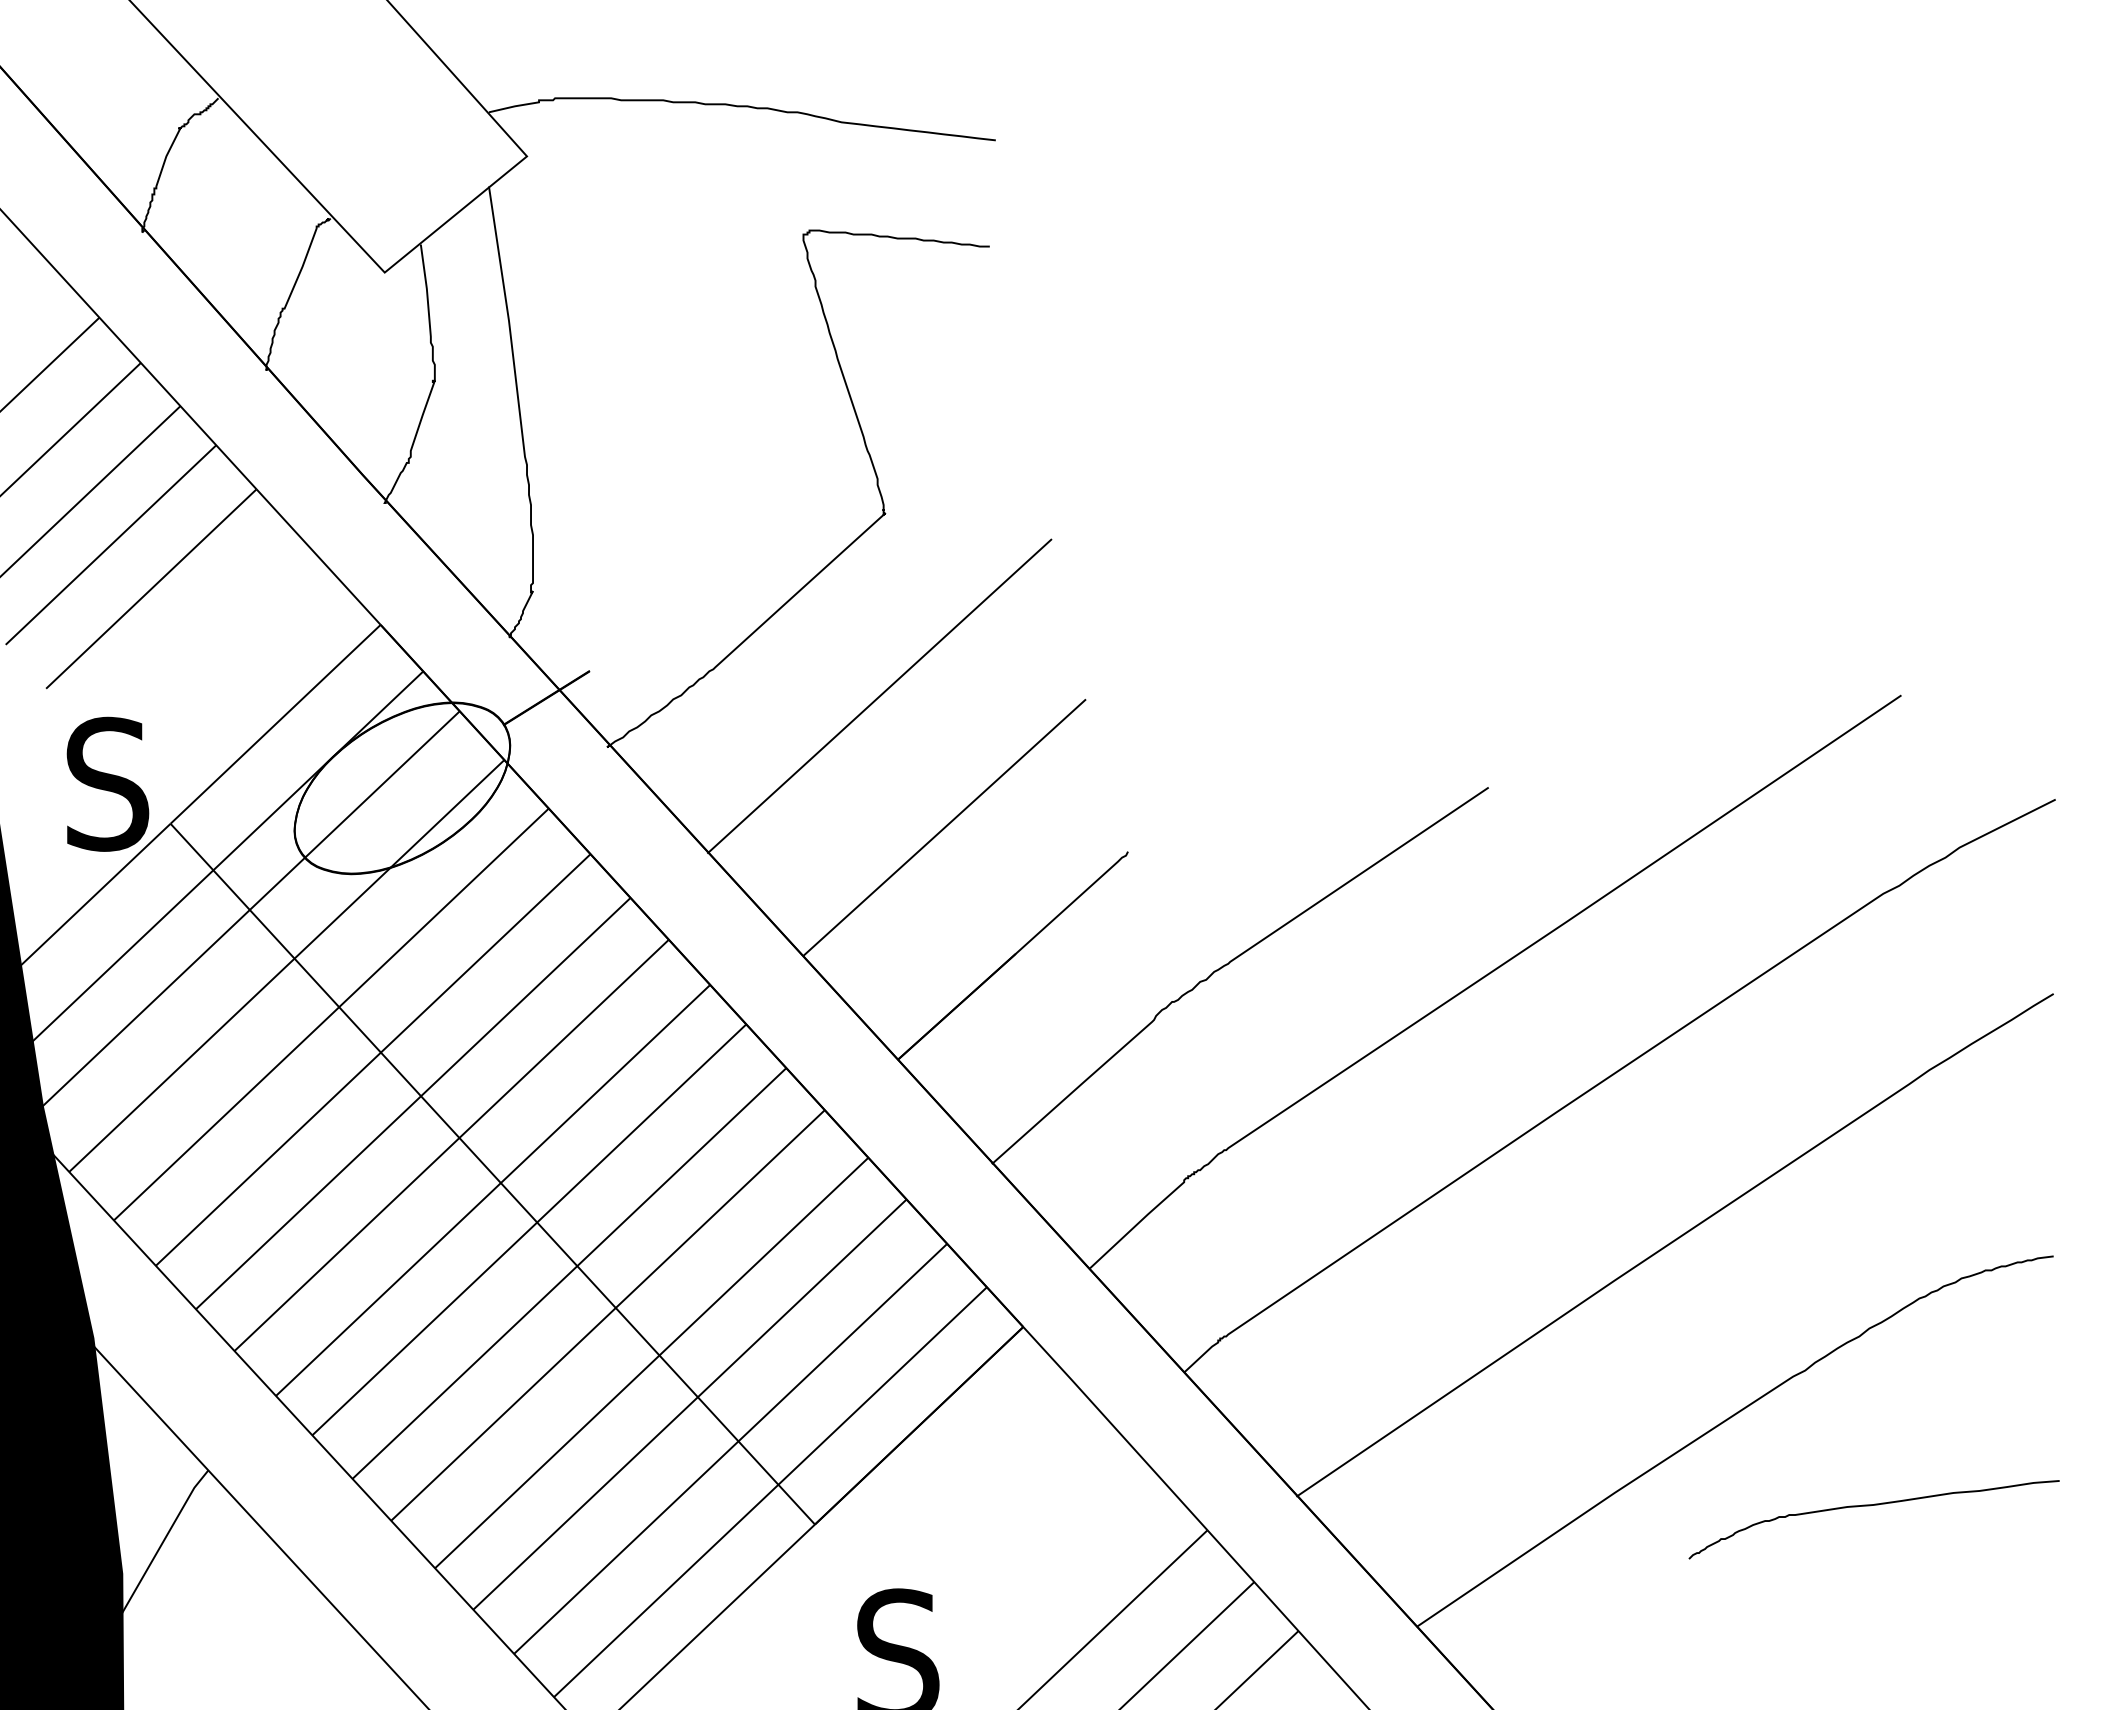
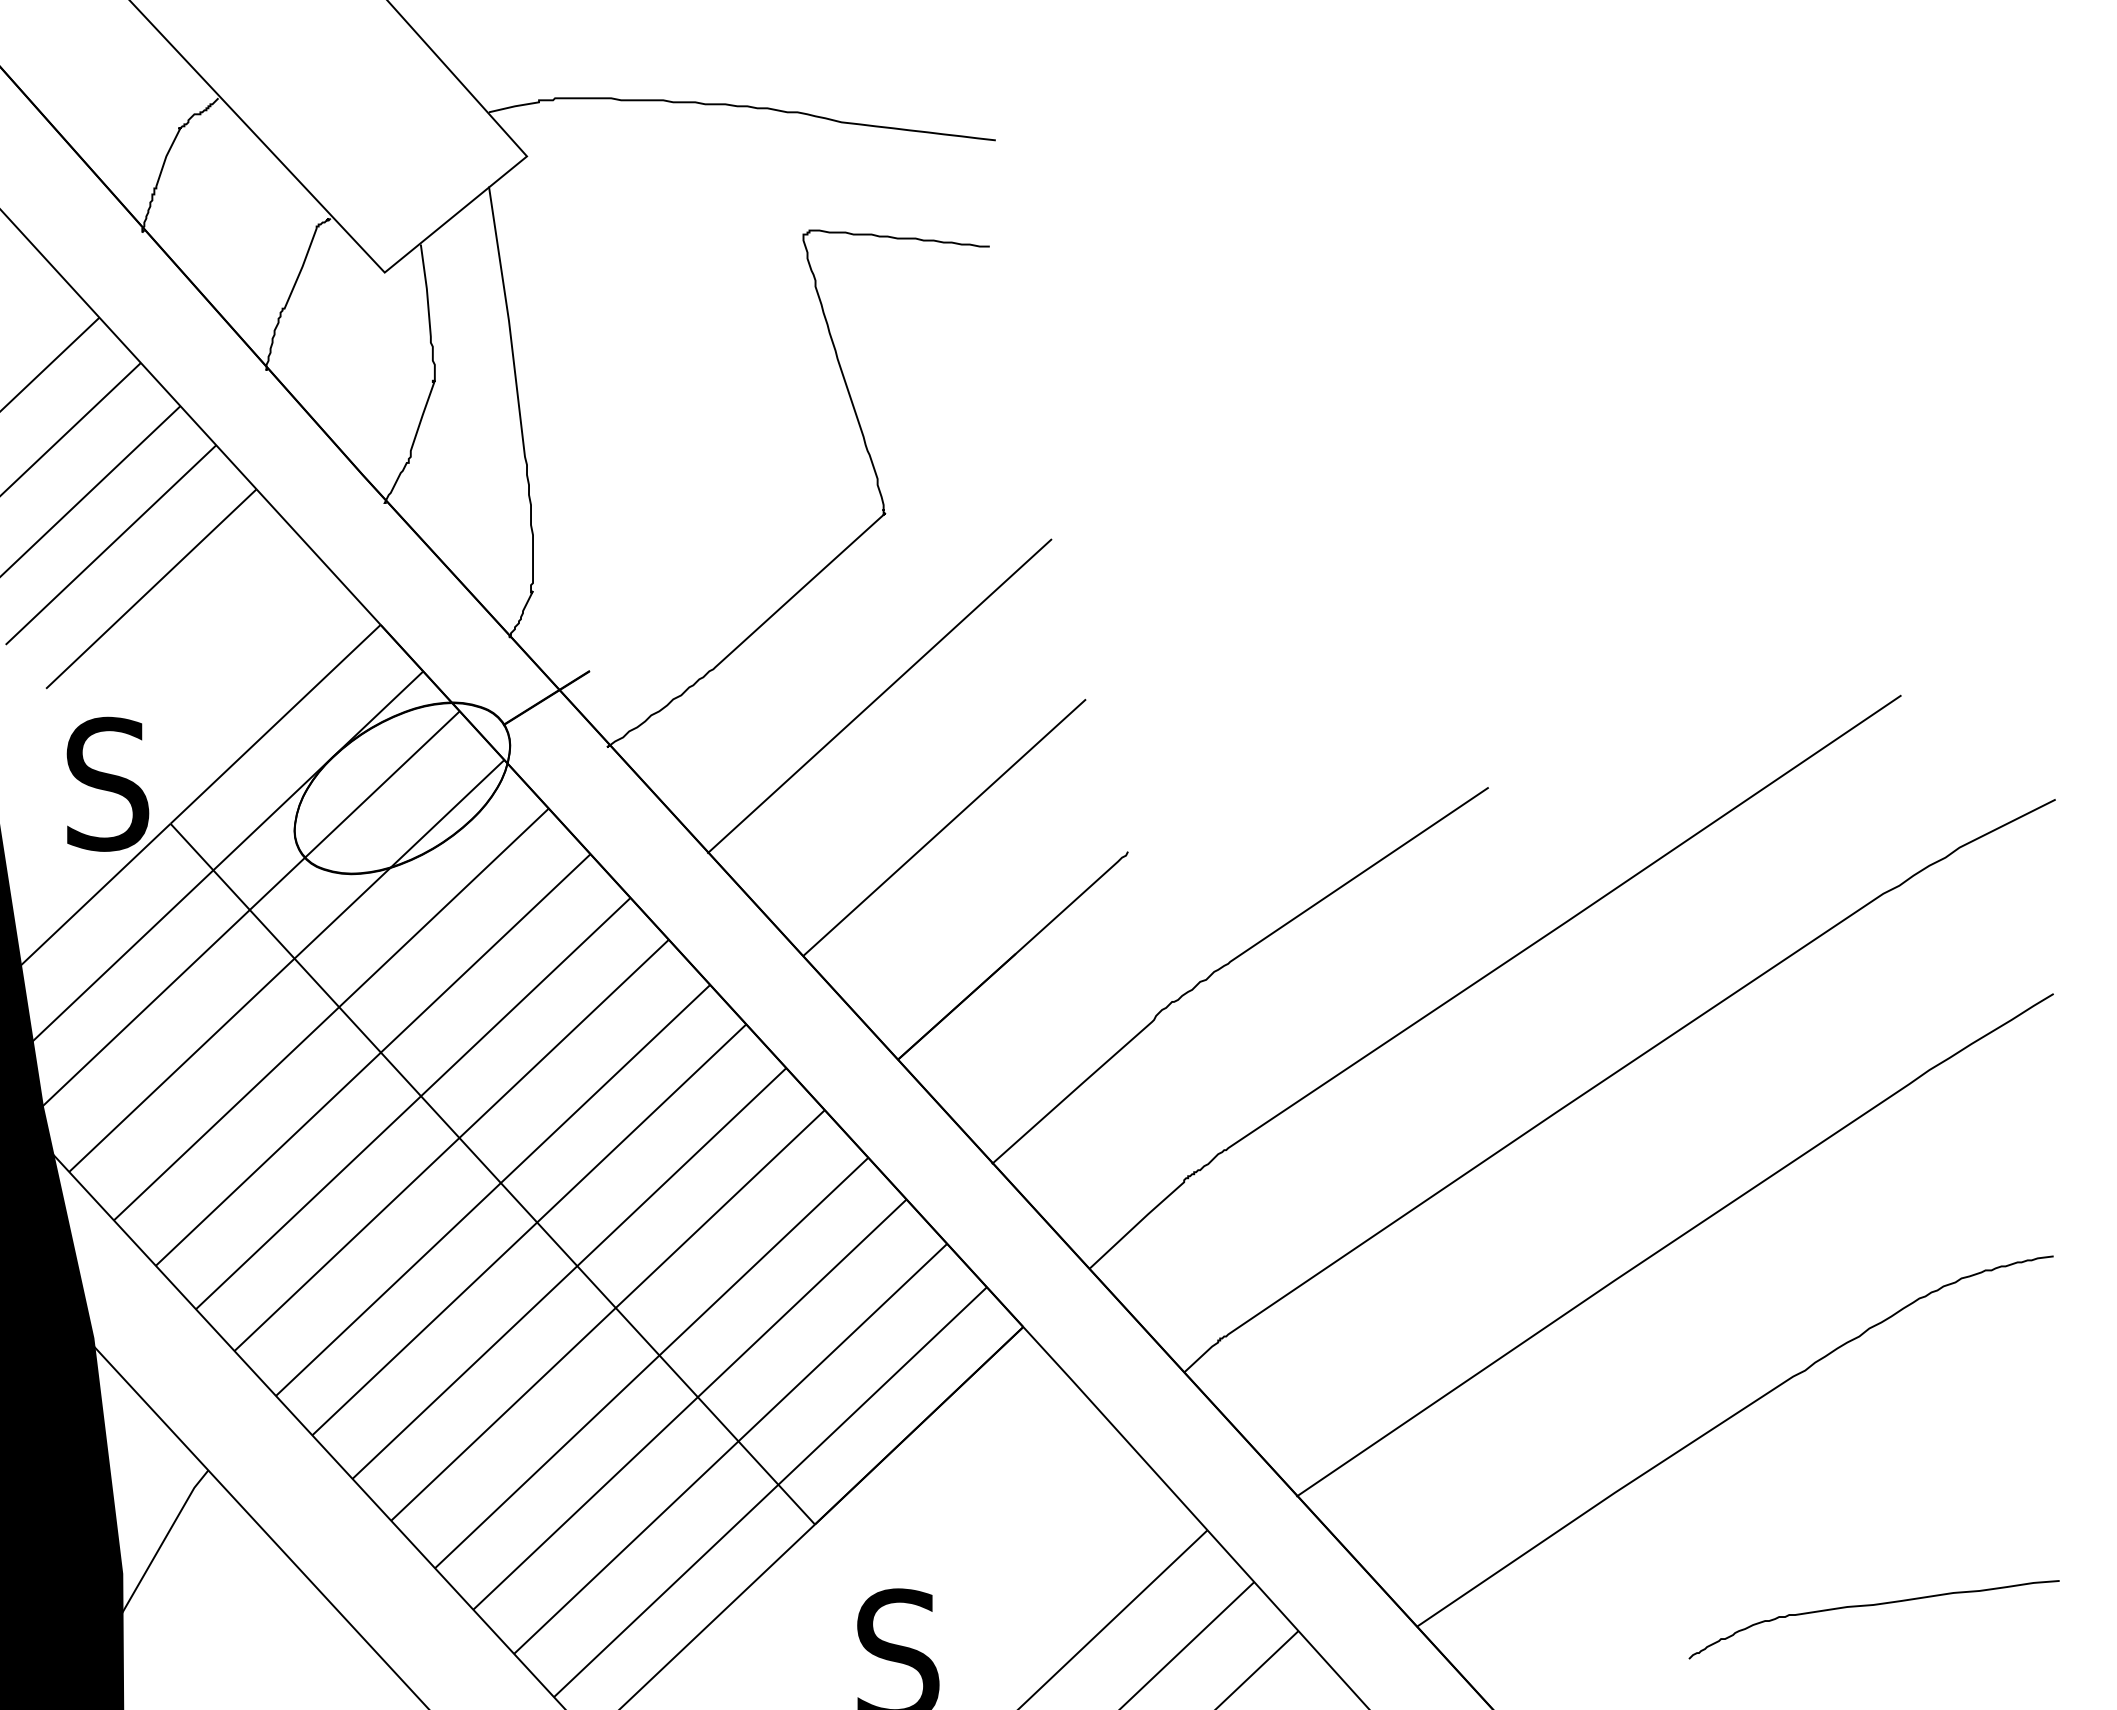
curve at (1870, 1506) position: (1870, 1506) -> (1870, 1606)
